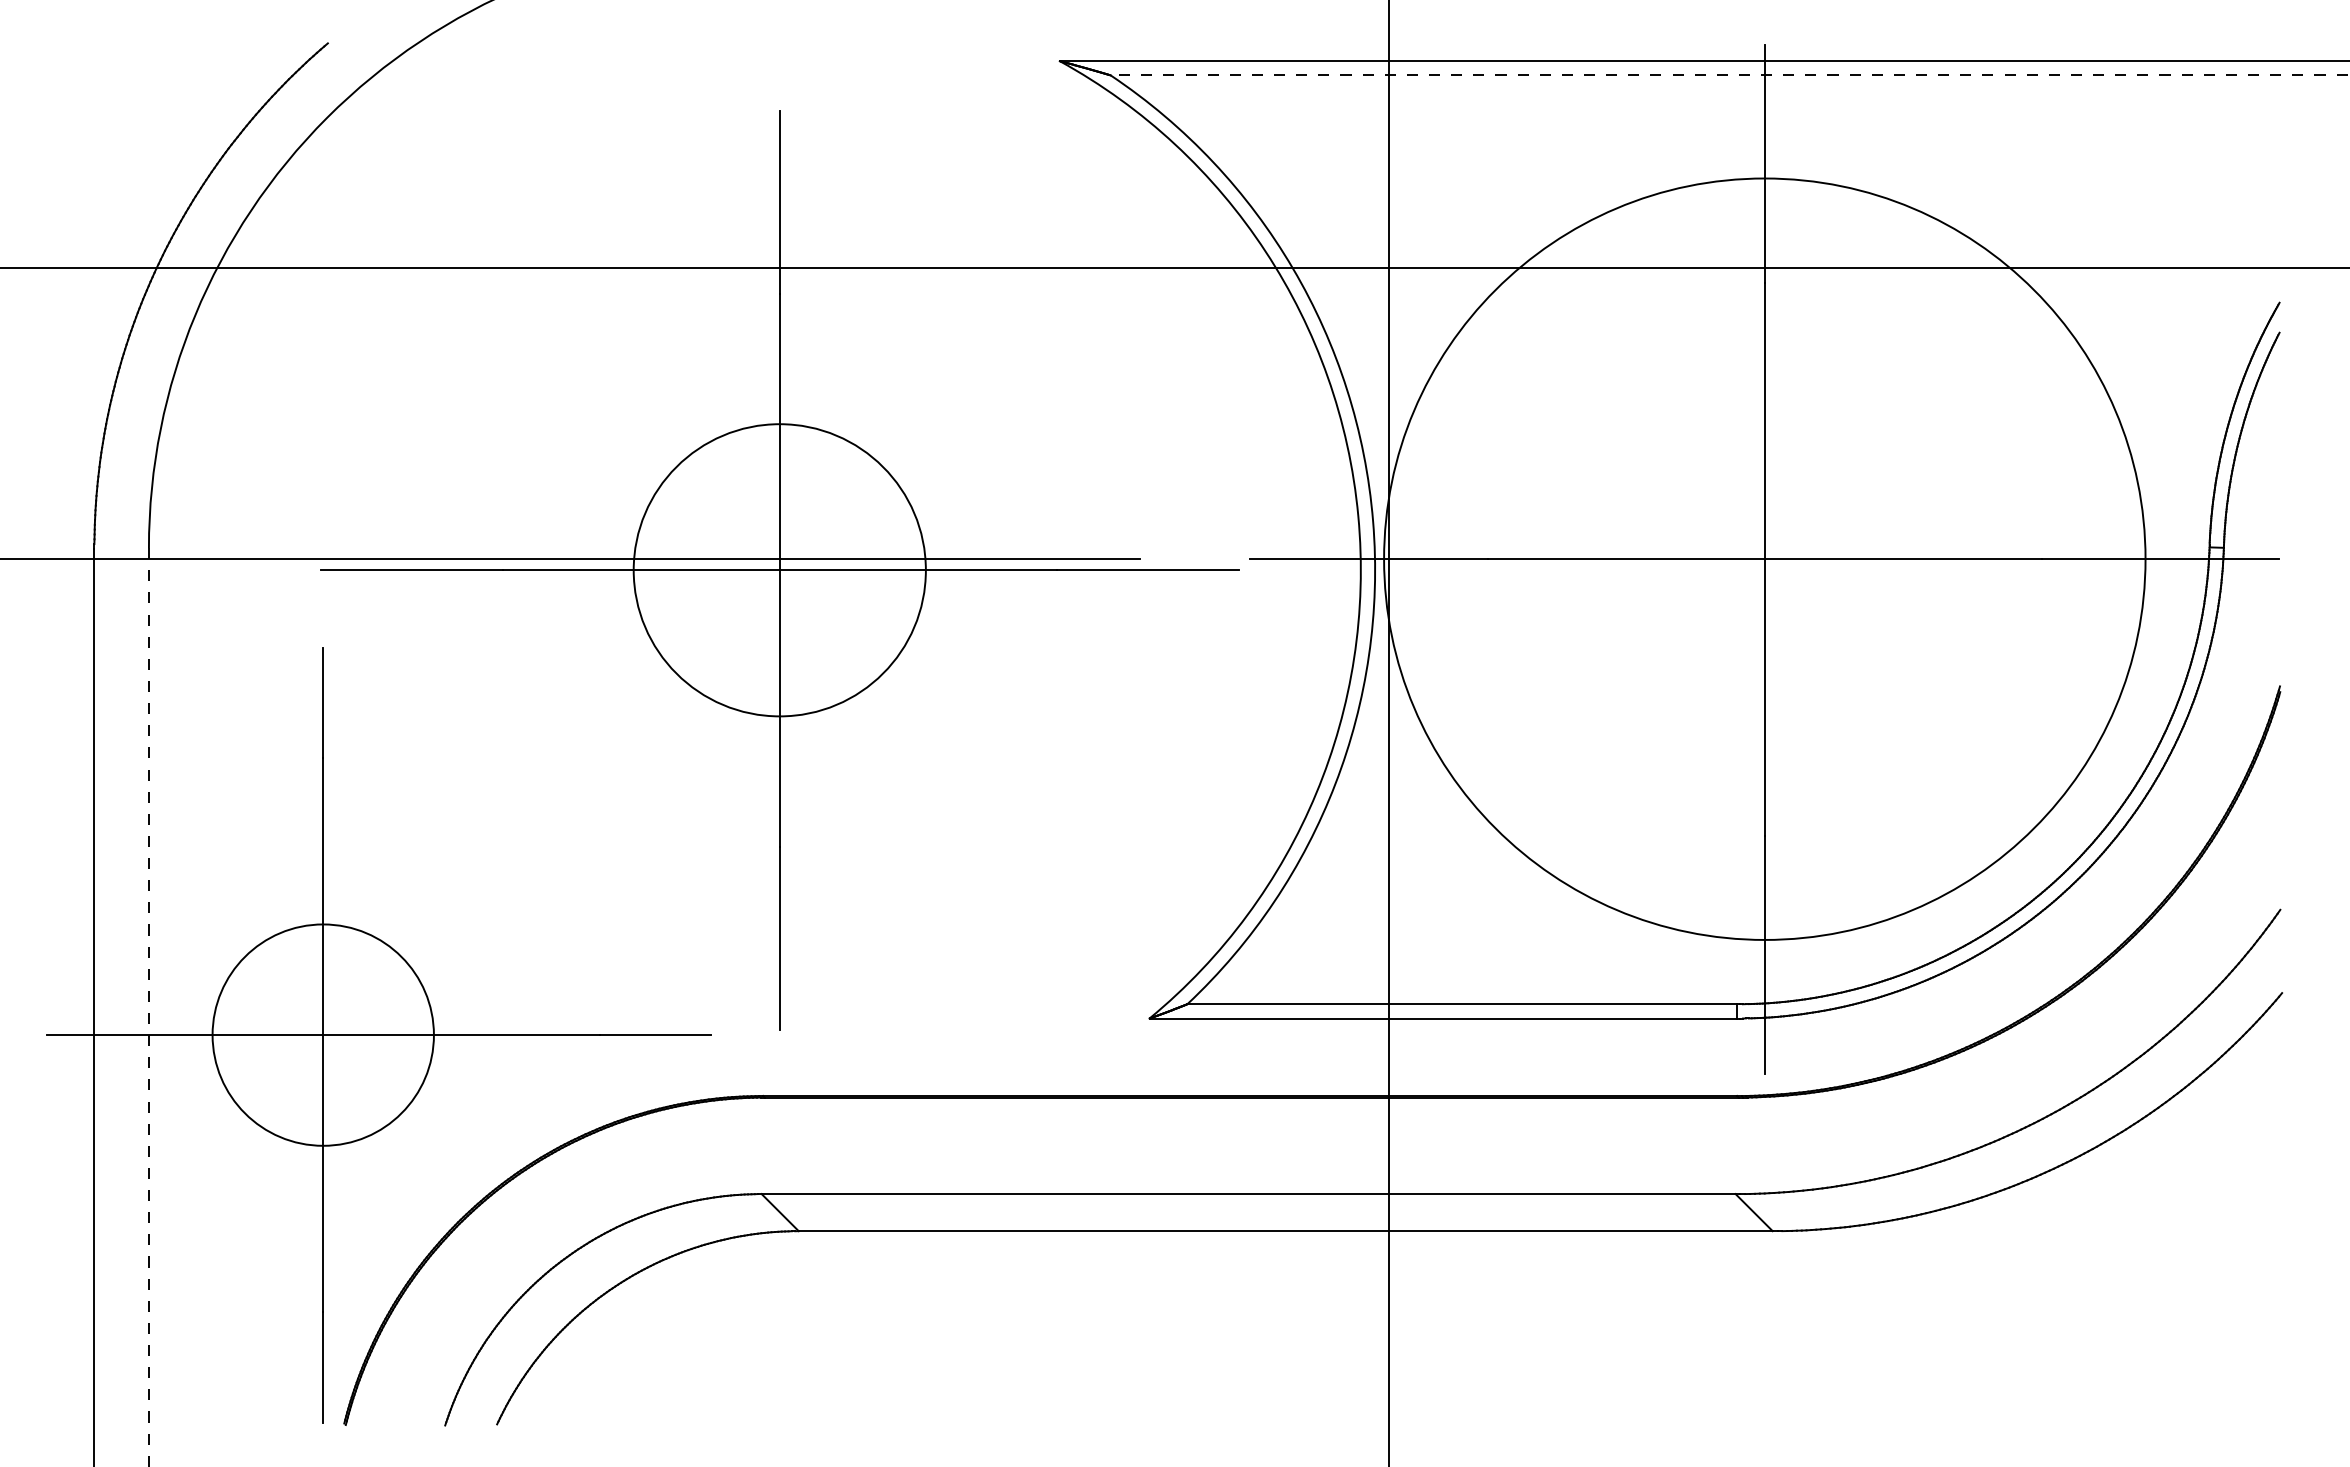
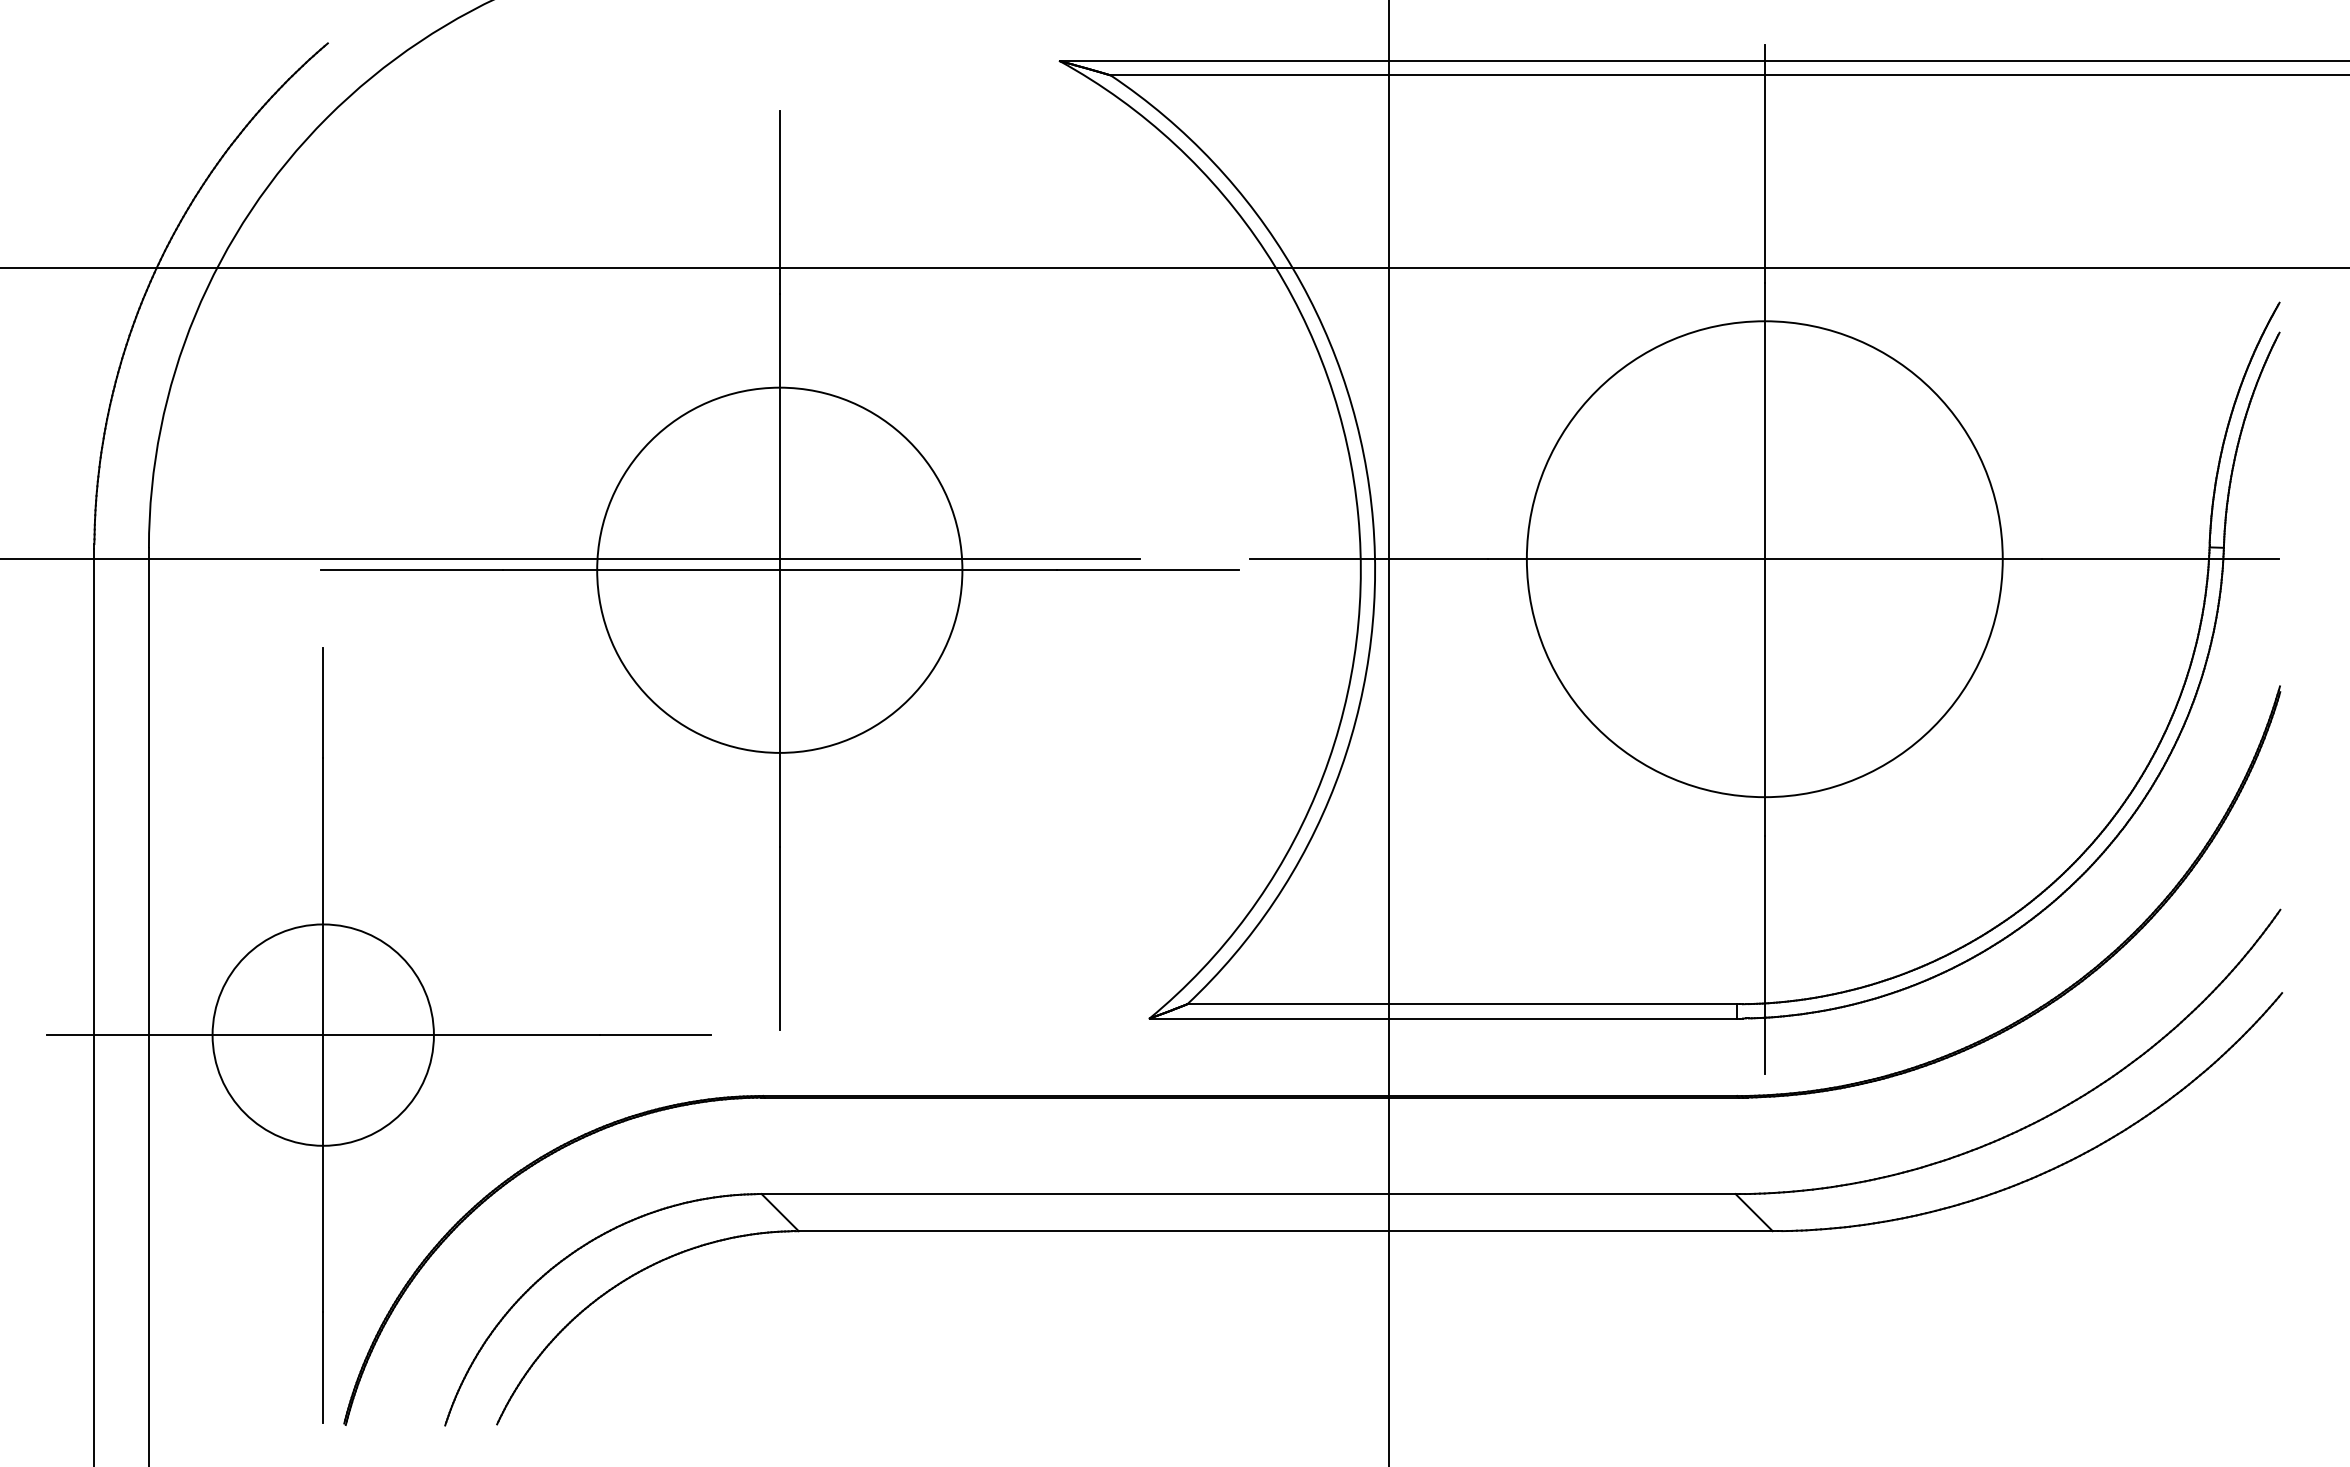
line at (1730, 75): dashed -> solid
circle at (1764, 558) diameter: 761 px -> 476 px
circle at (779, 570) diameter: 292 px -> 365 px
line at (148, 1007): dashed -> solid
